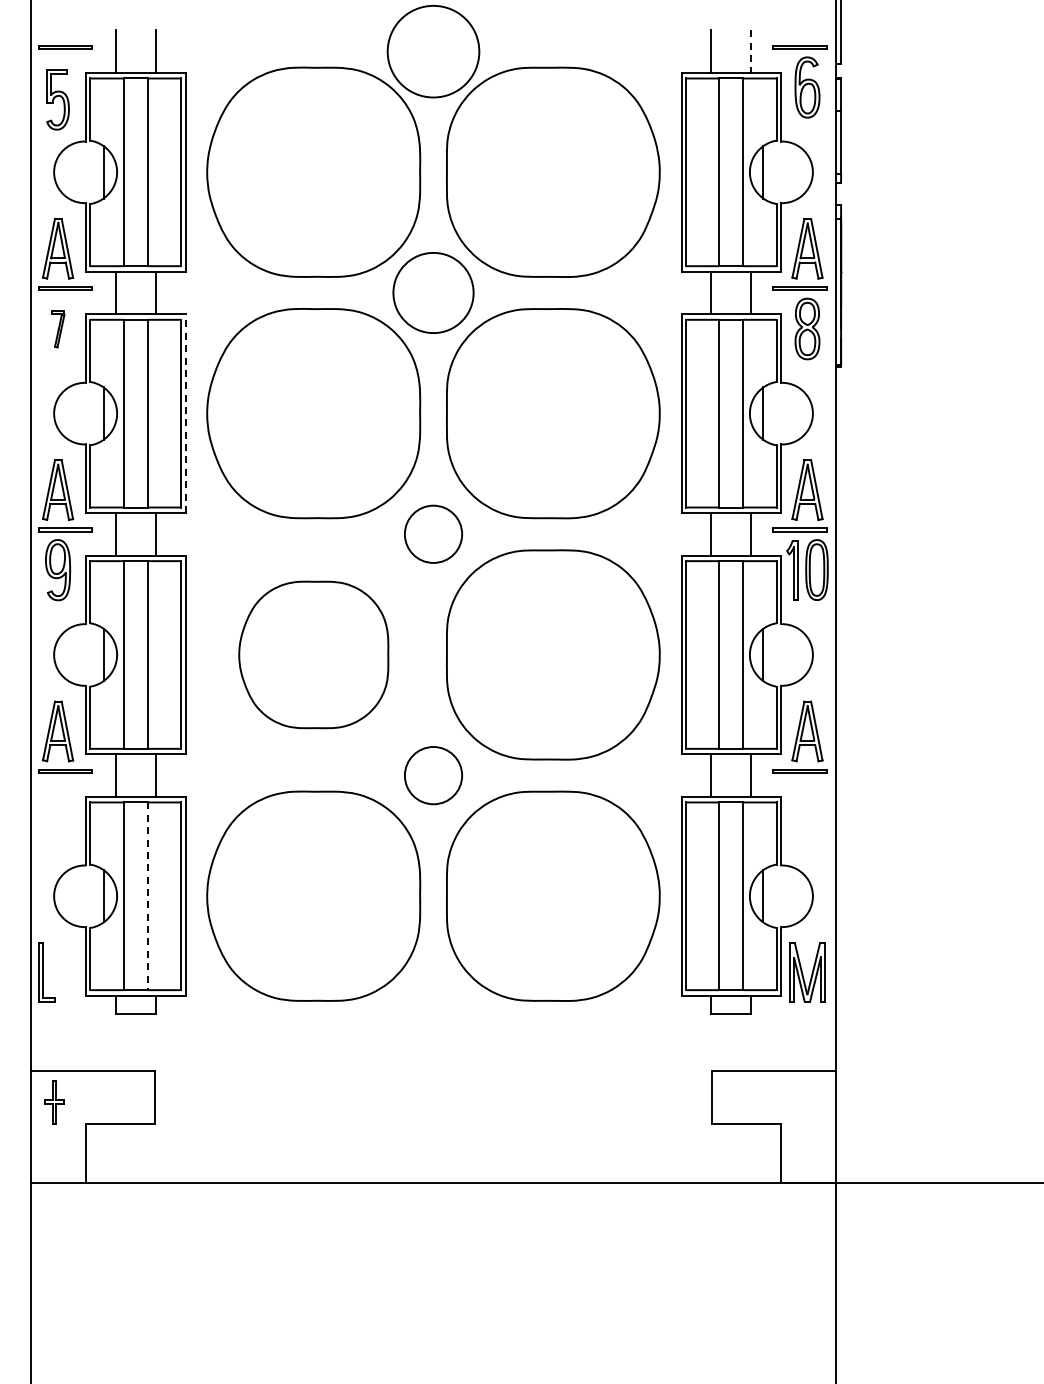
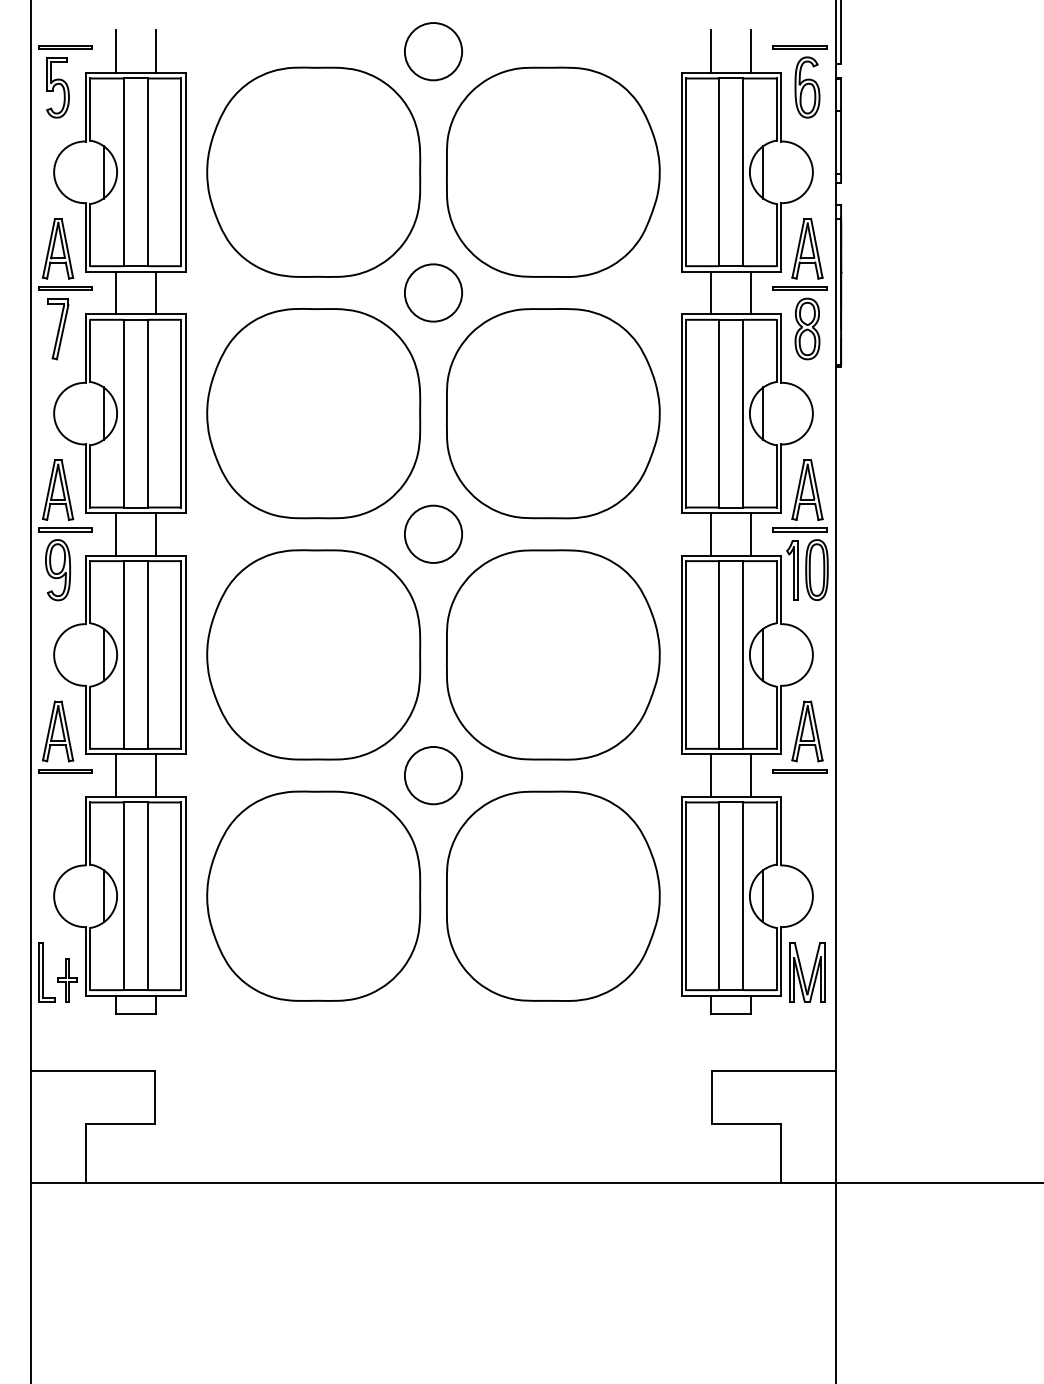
circle at (433, 51) diameter: 92 px -> 57 px
line at (751, 52): dashed -> solid
part at (57, 99) position: (57, 99) -> (57, 87)
circle at (433, 292) diameter: 80 px -> 57 px
part at (58, 329) size: 15x39 px -> 23x63 px
line at (185, 413): dashed -> solid
part at (313, 654) size: 152x150 px -> 216x212 px
line at (148, 896): dashed -> solid
part at (54, 1102) position: (54, 1102) -> (67, 980)
